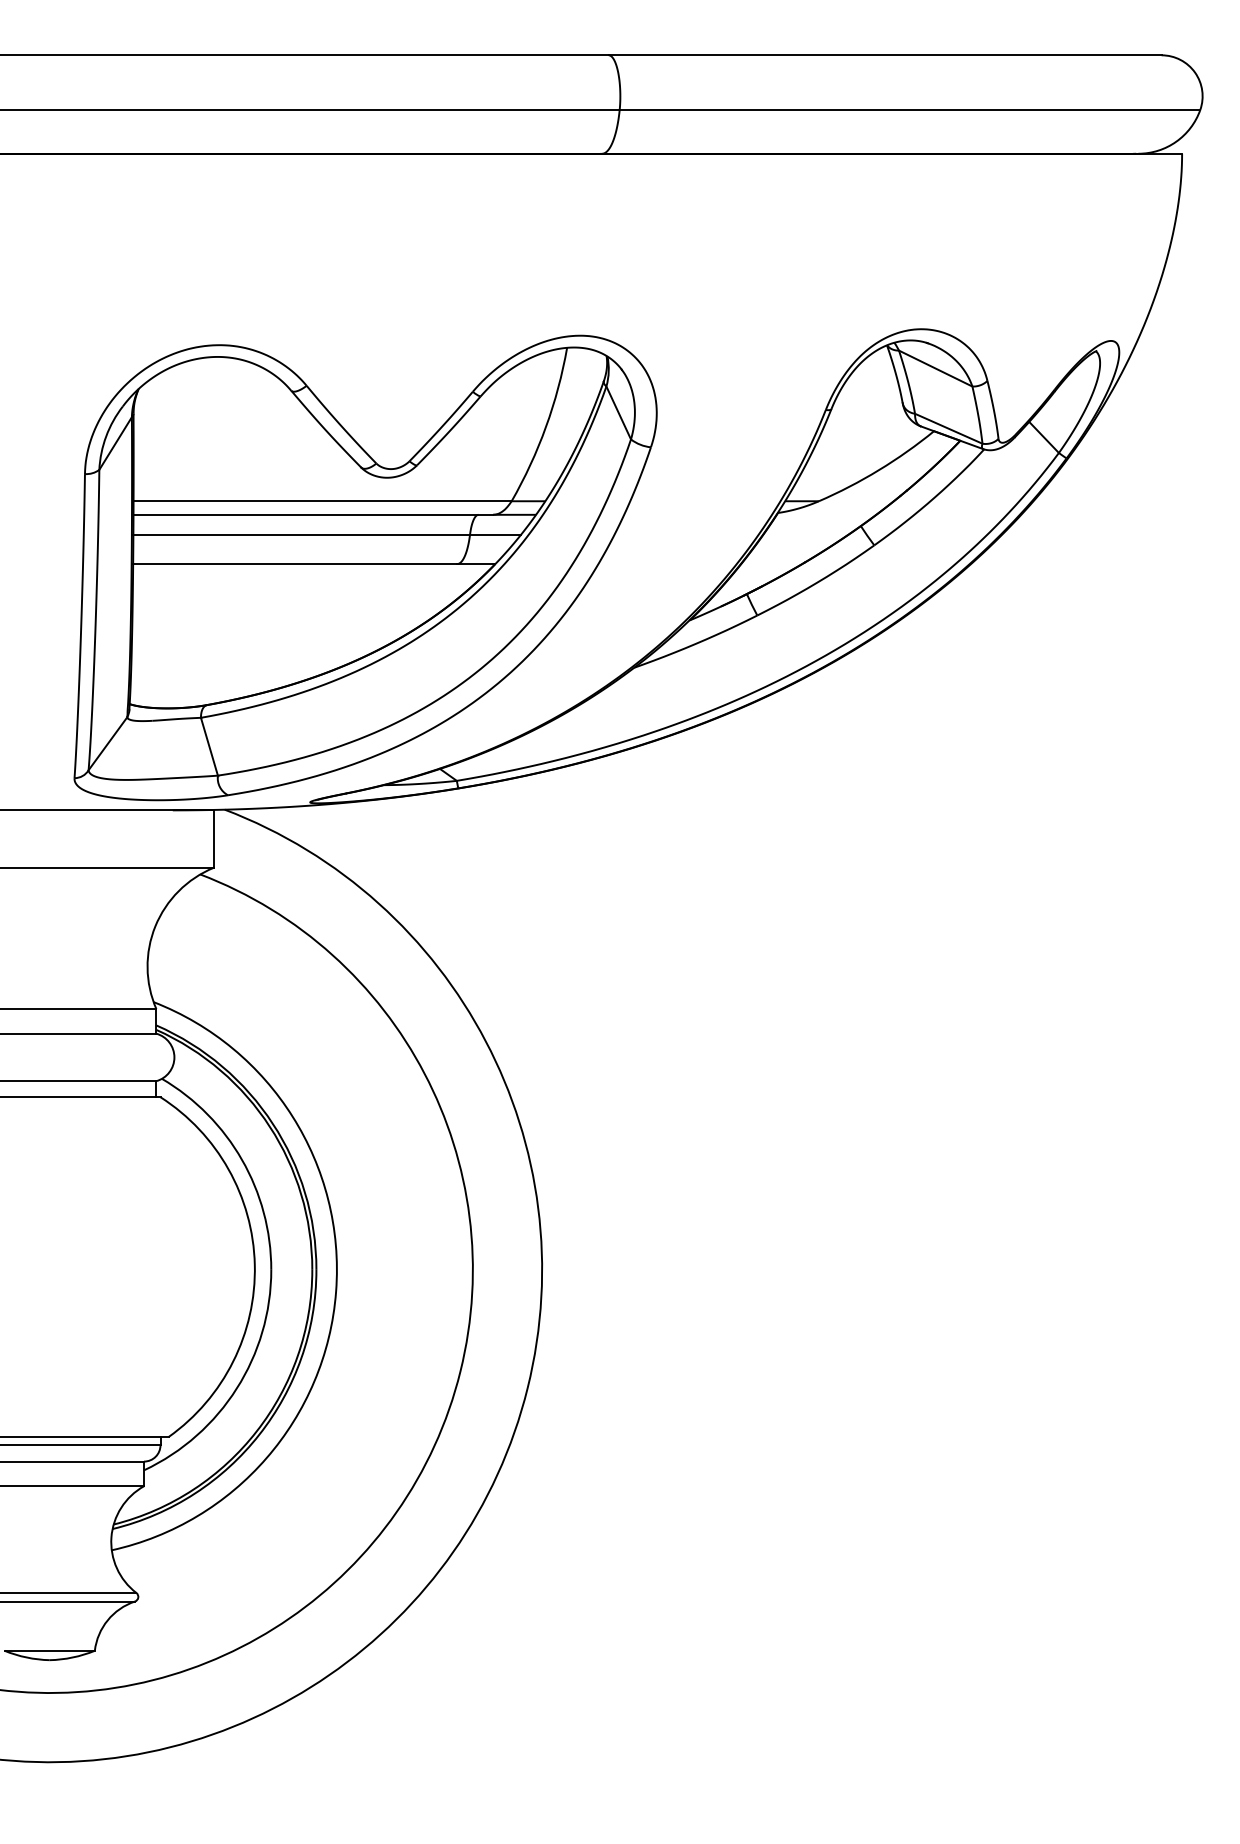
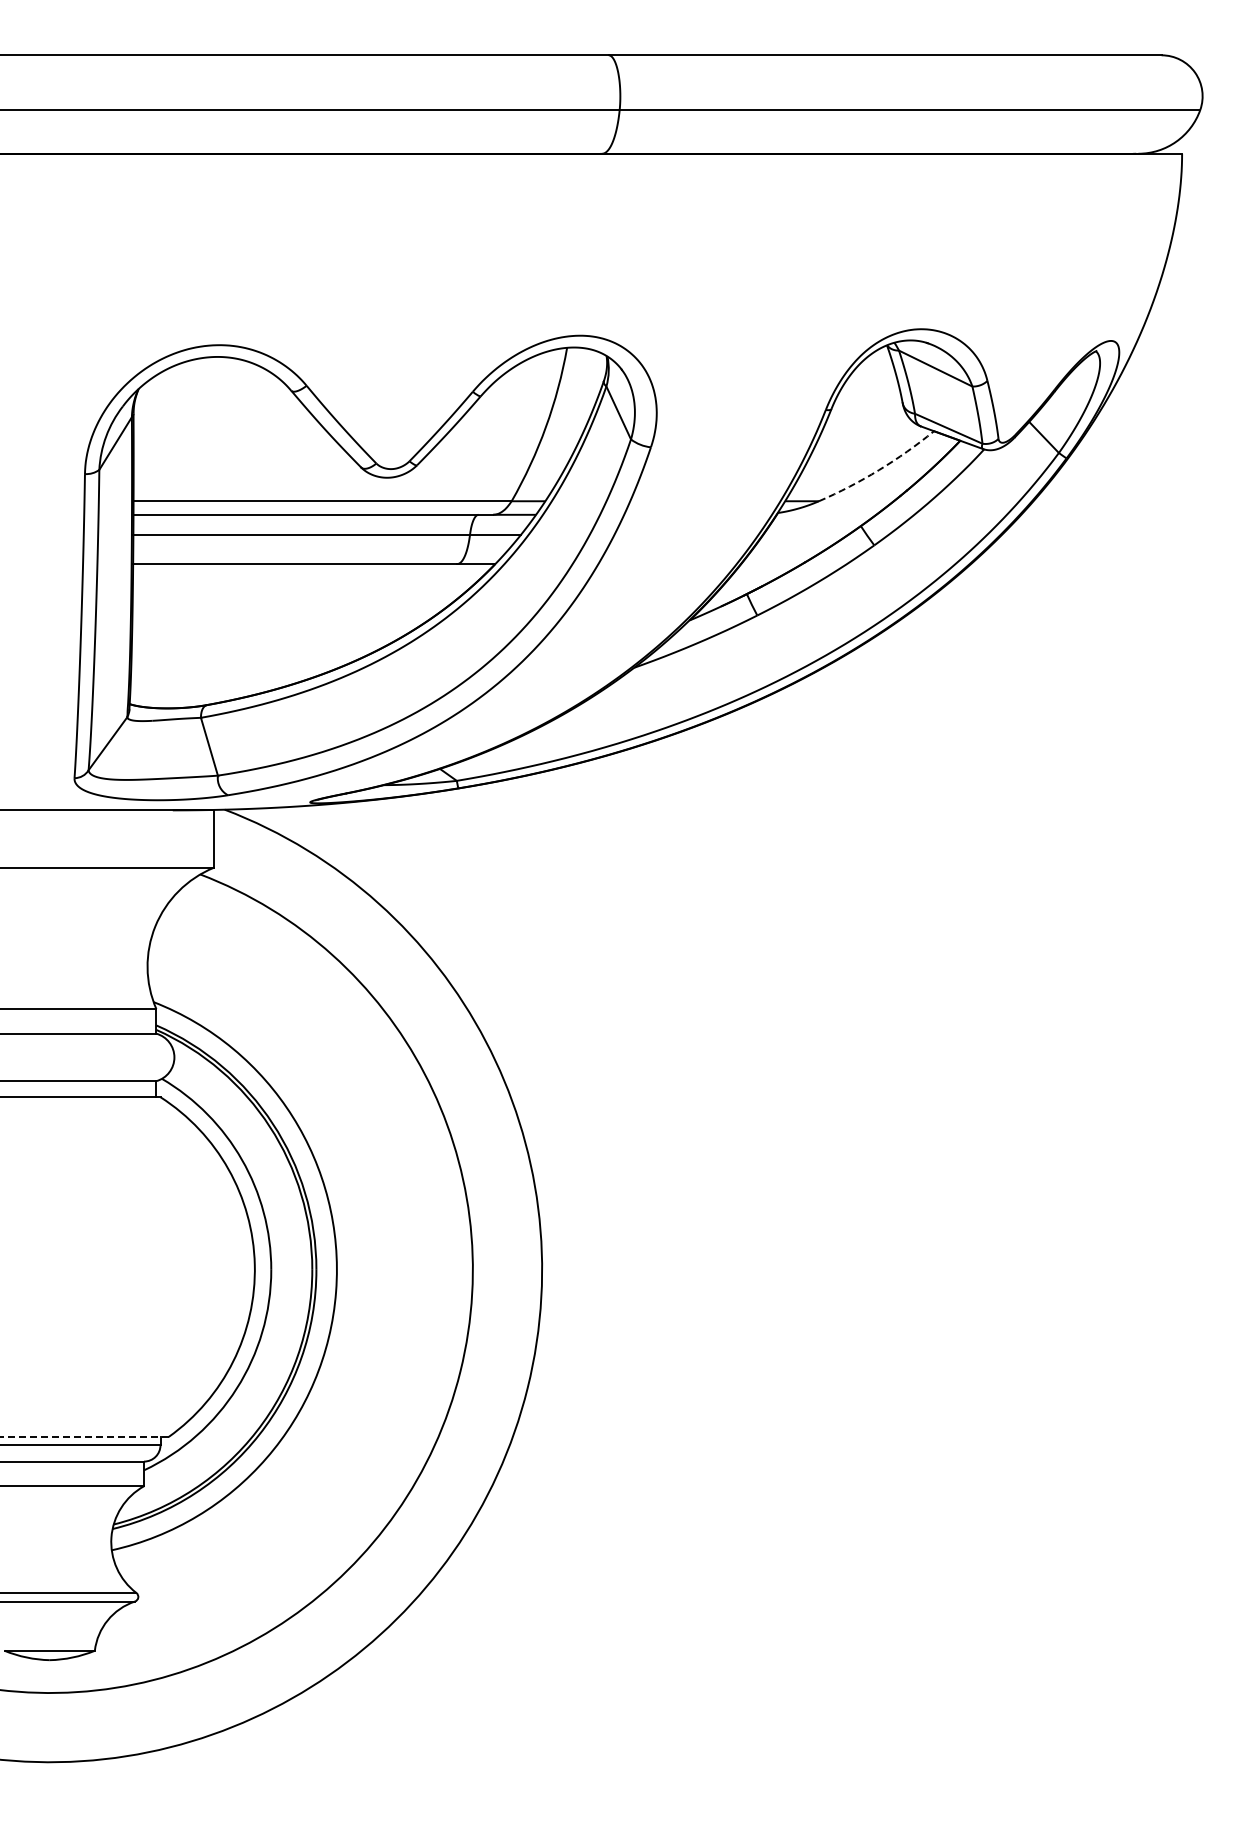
arc at (878, 470): solid -> dashed
line at (84, 1436): solid -> dashed
